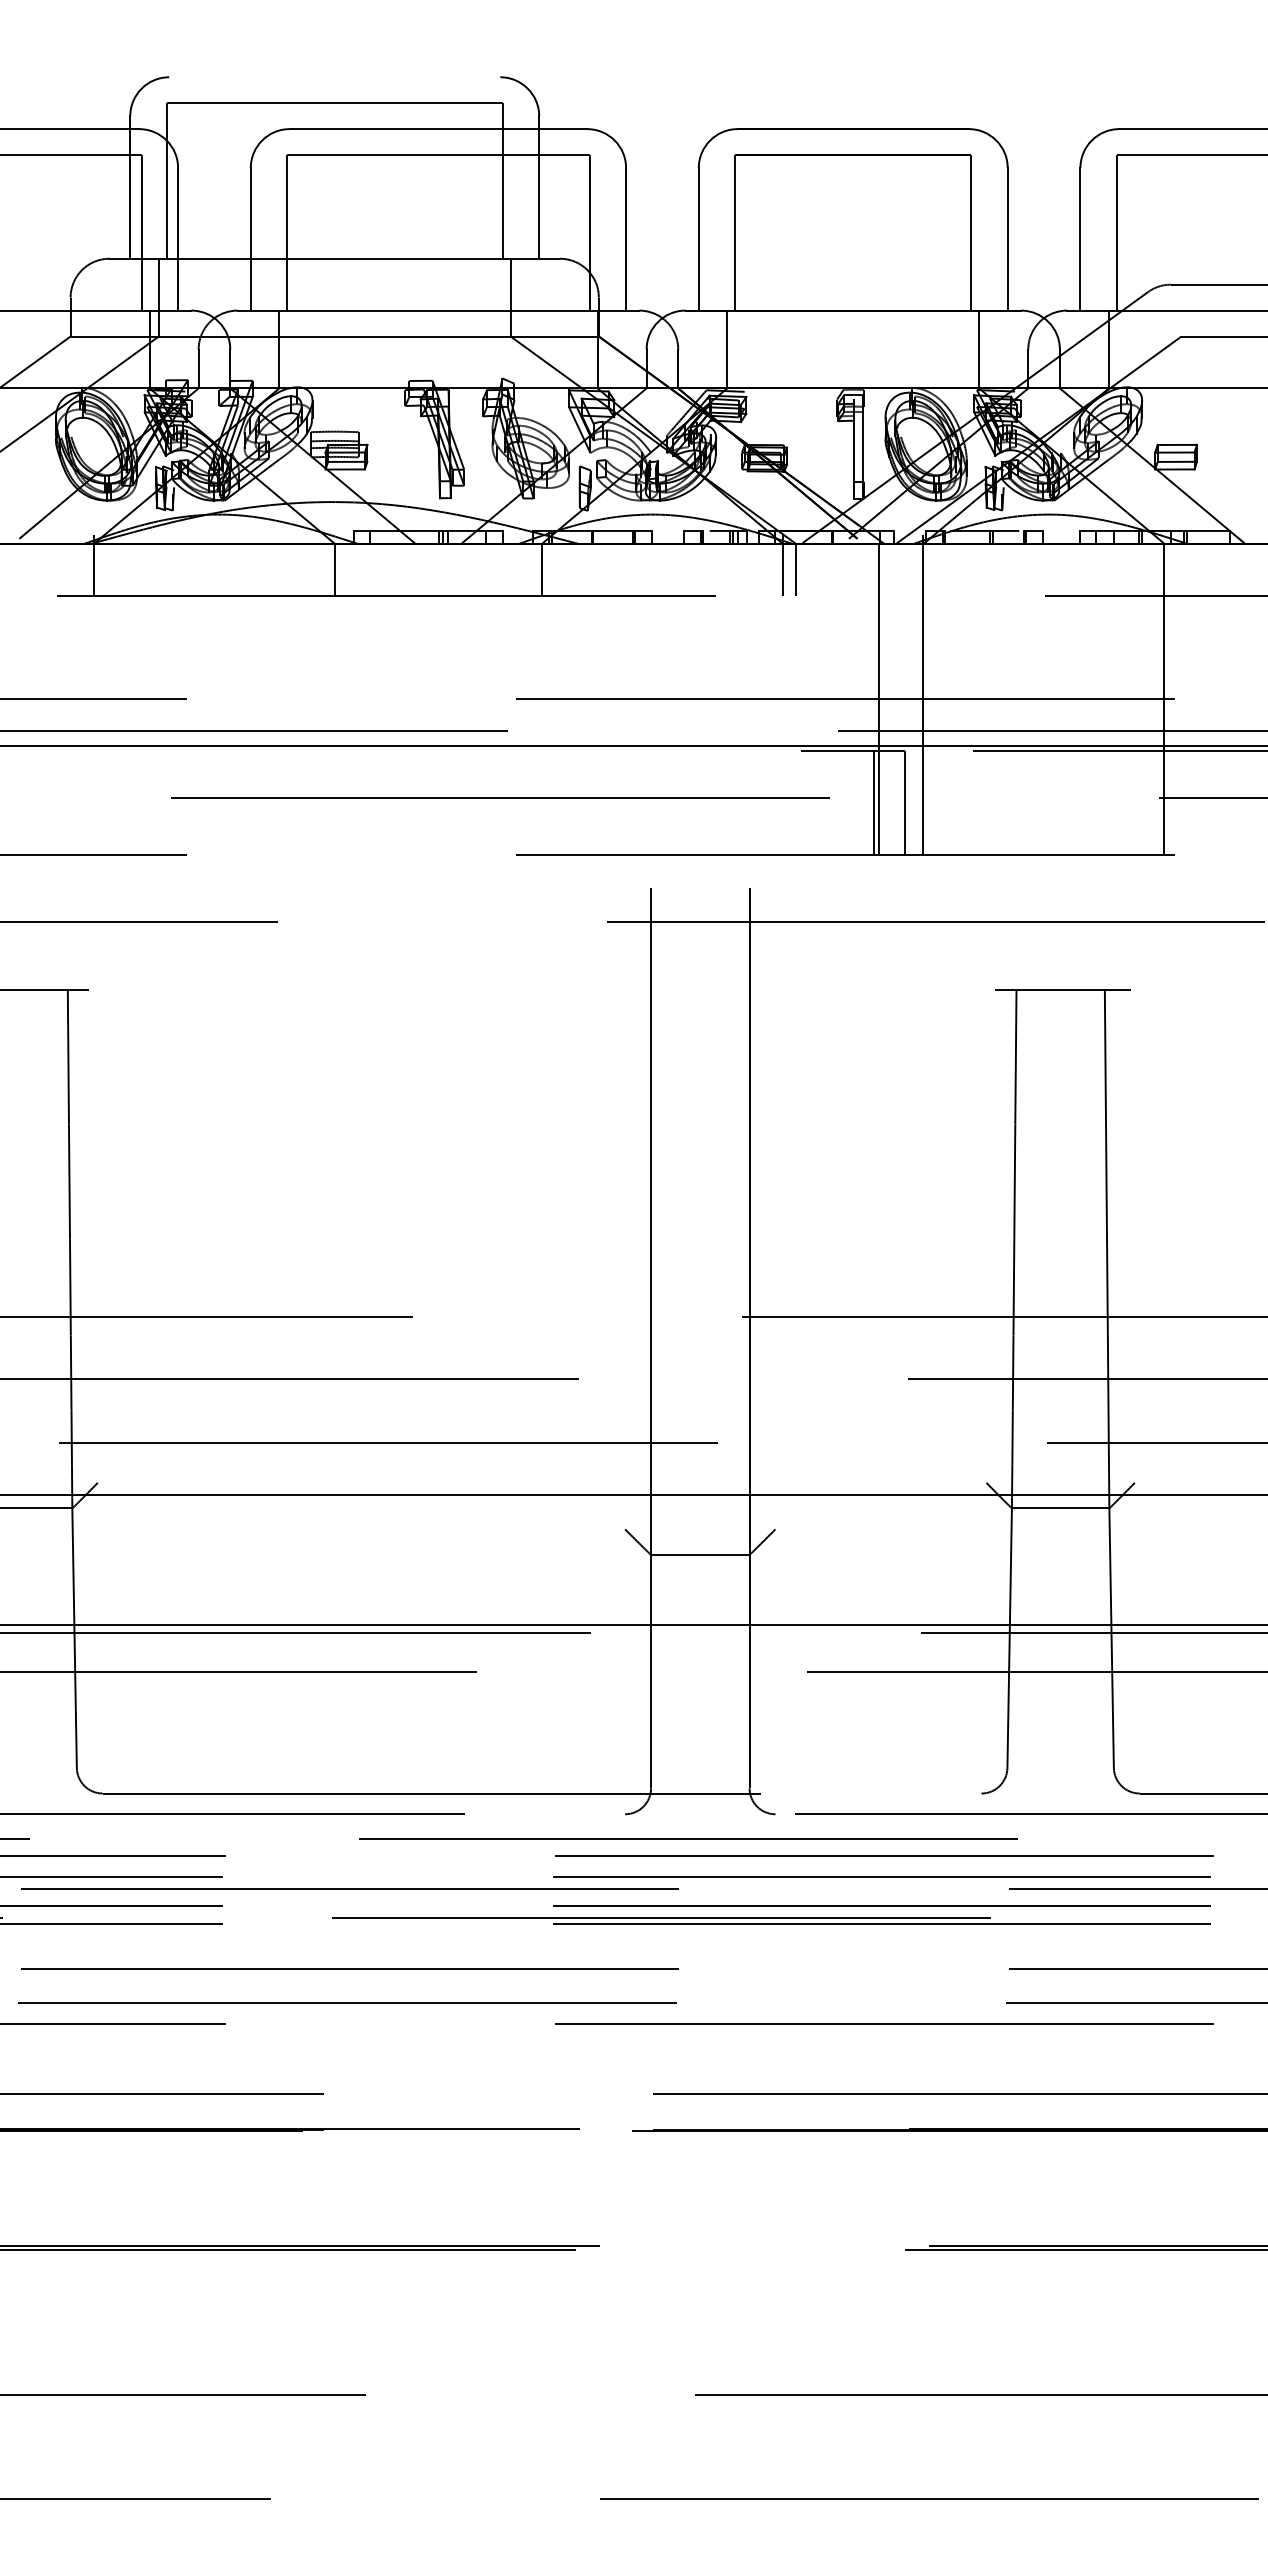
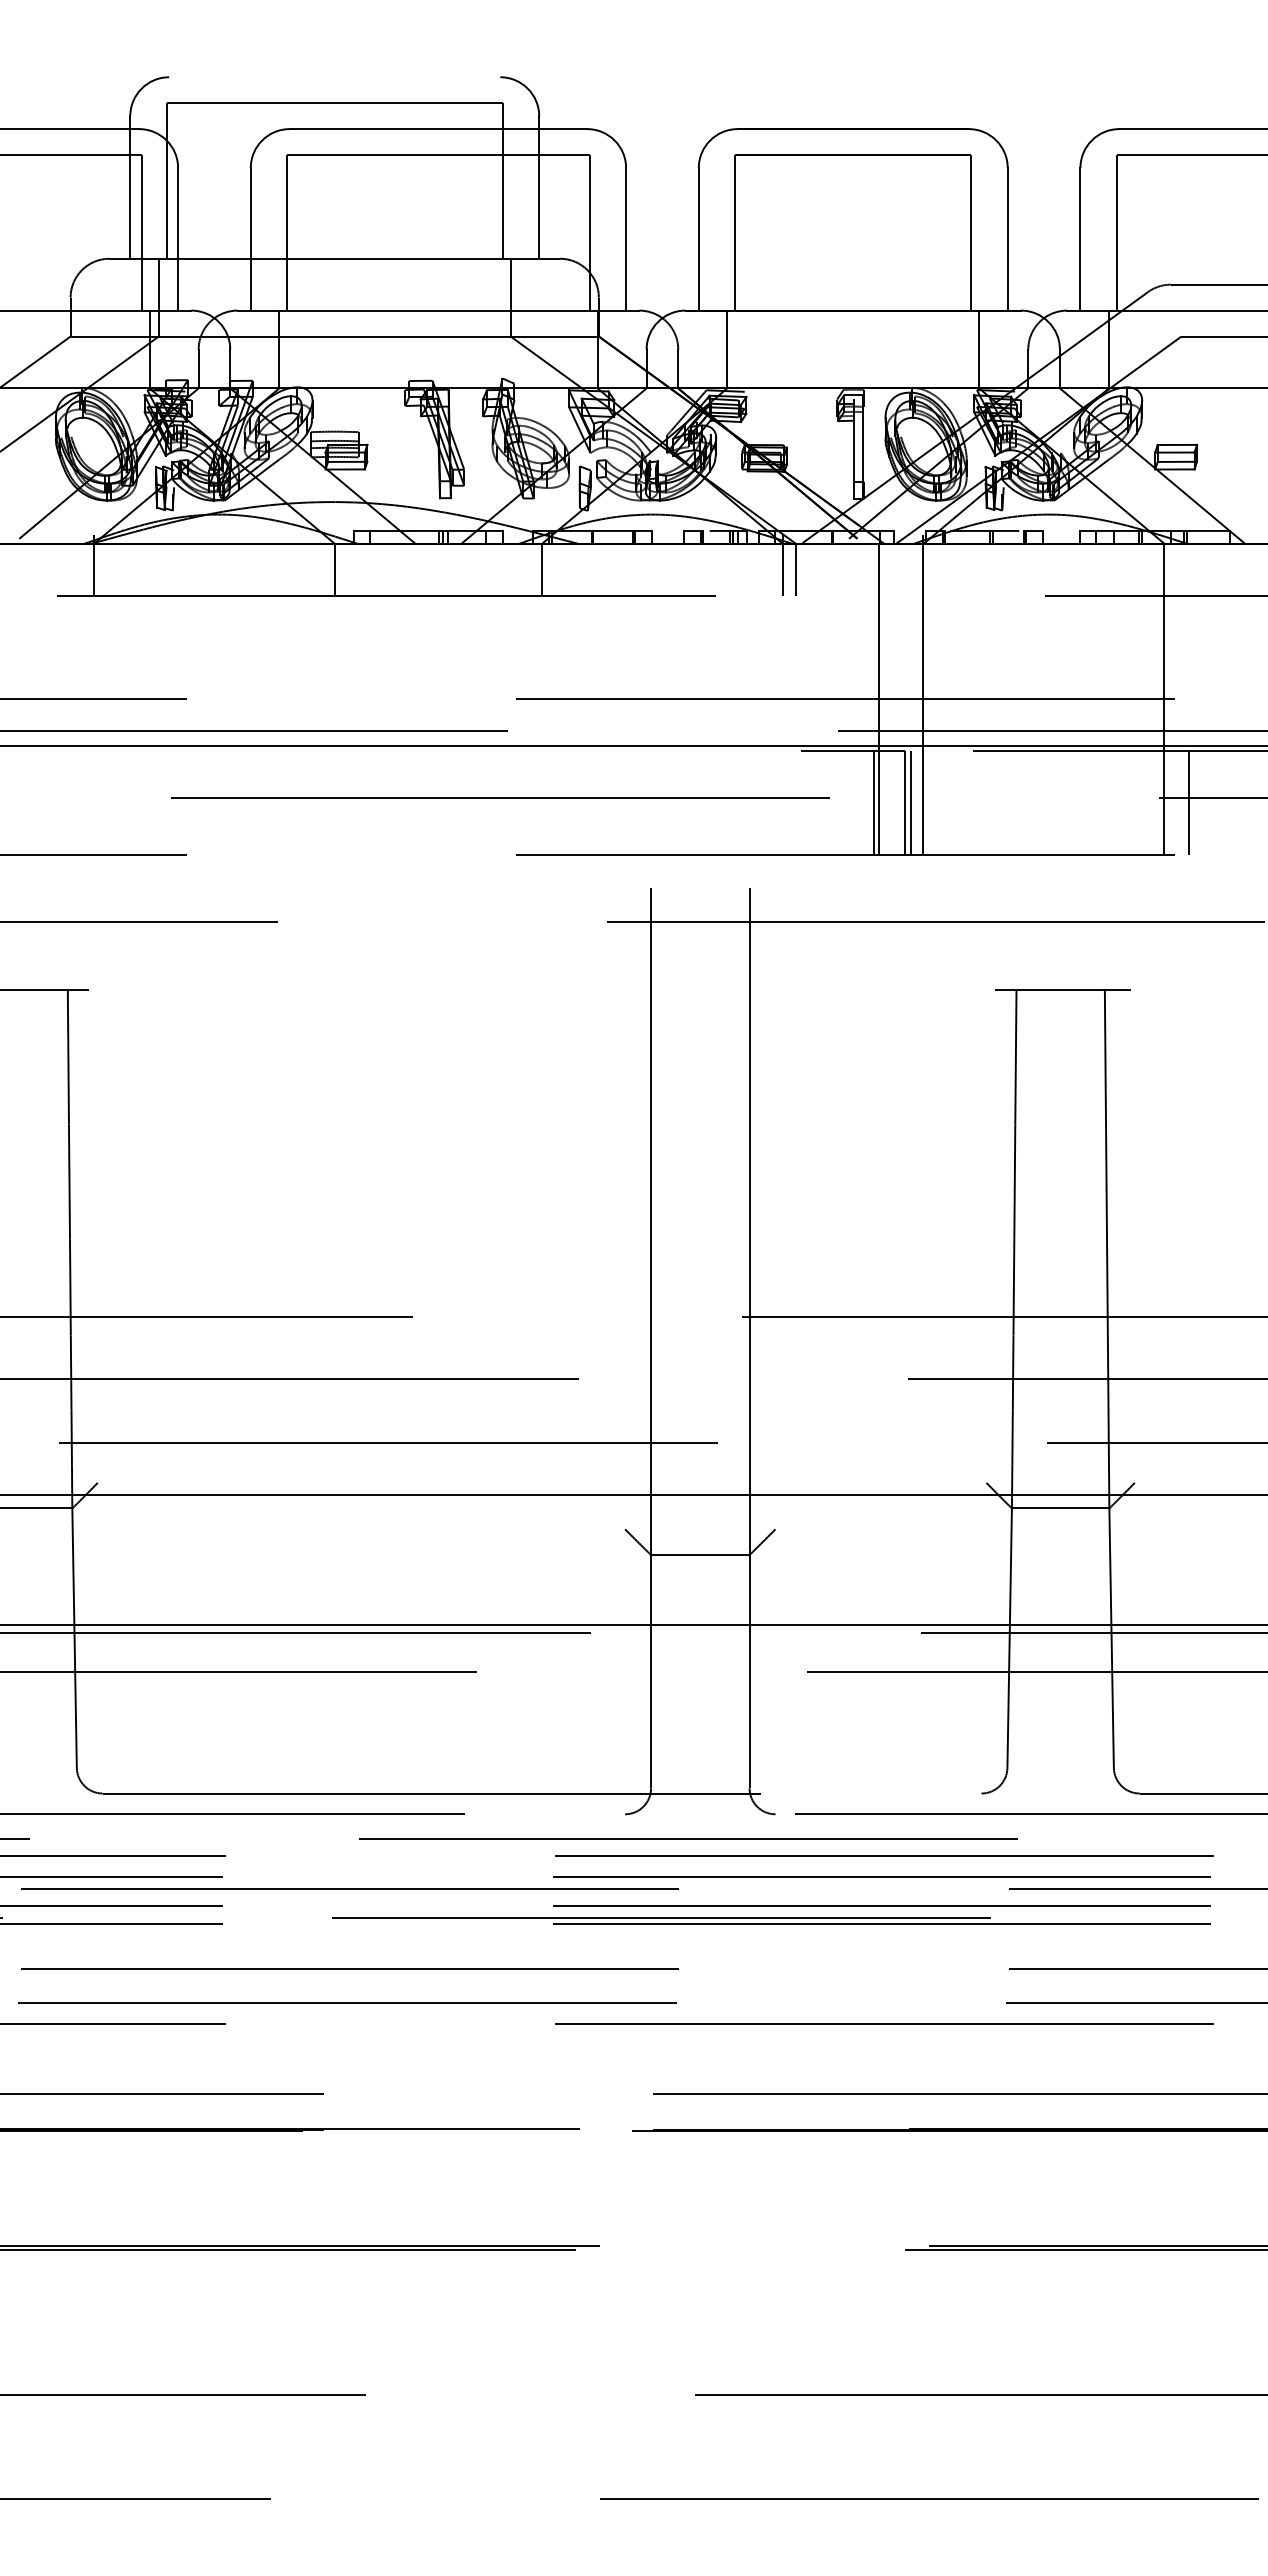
line at (911, 803): none -> present
line at (1189, 803): none -> present
